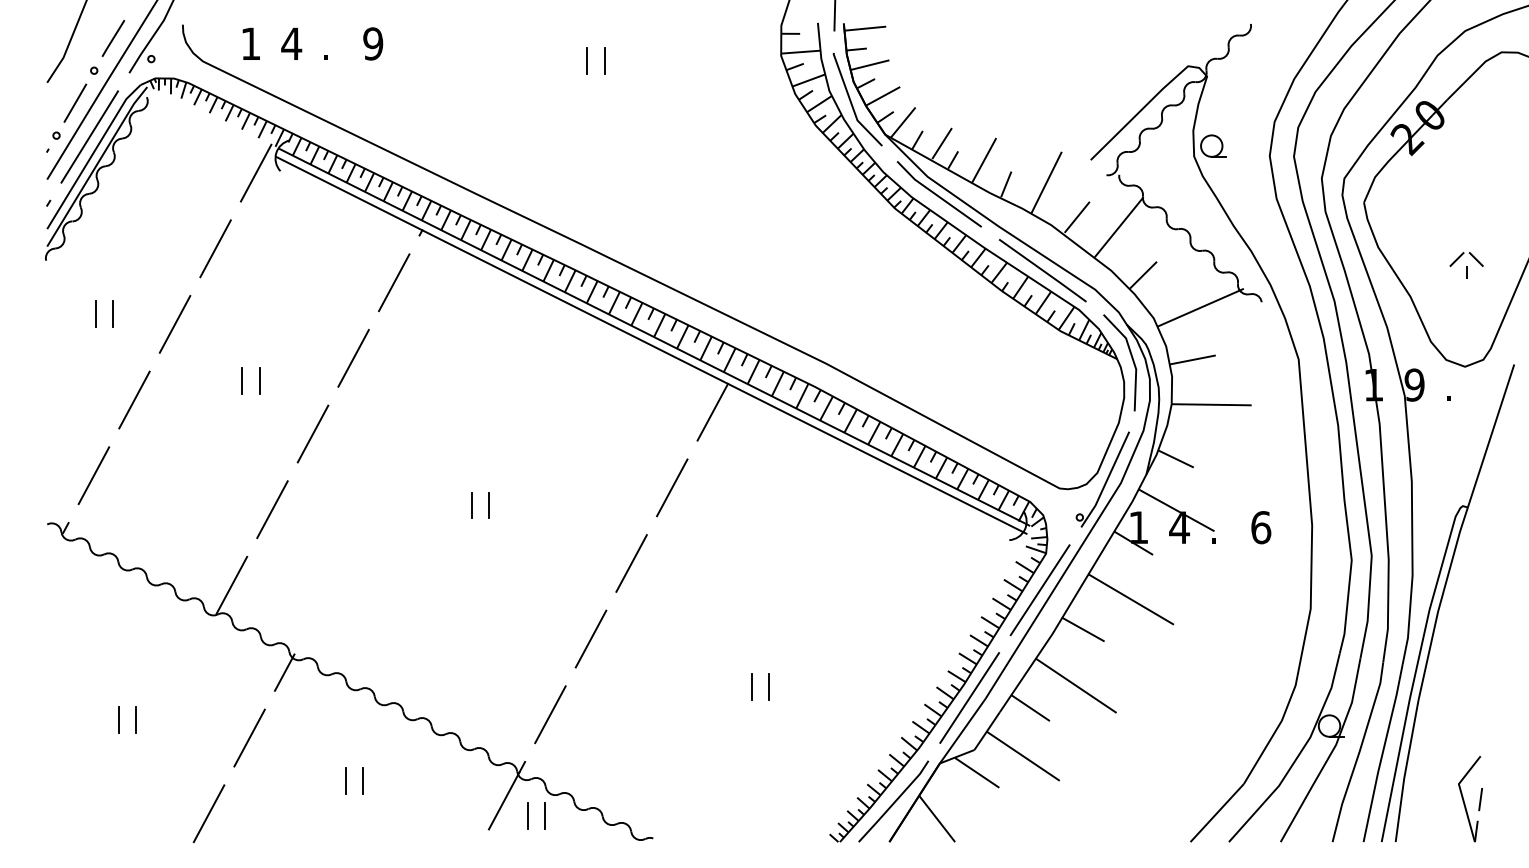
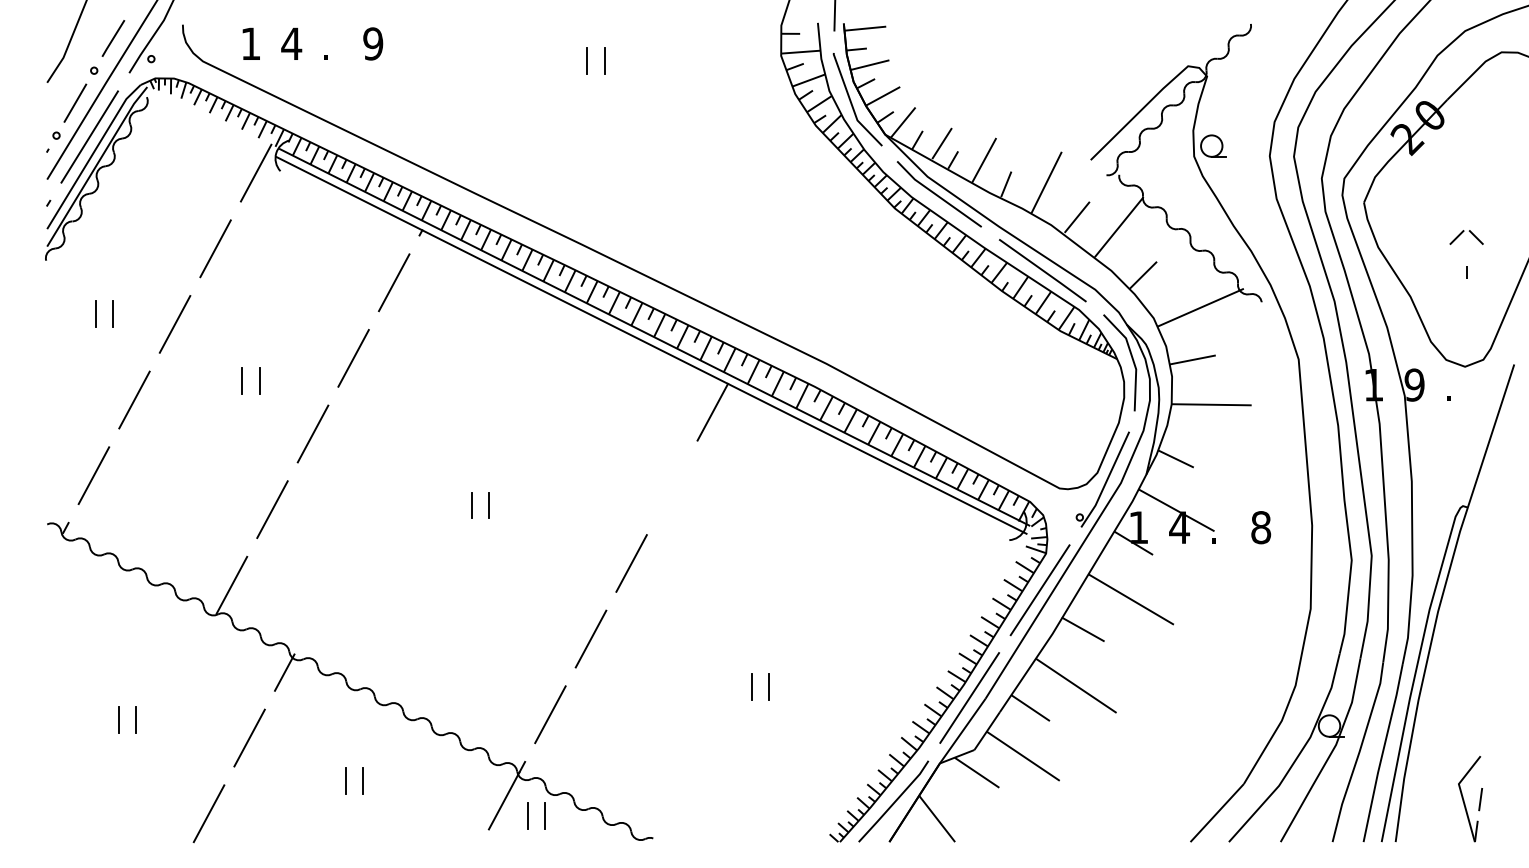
part at (1466, 259) position: (1466, 259) -> (1466, 237)
line at (672, 487): present -> none
text at (1261, 527): 6 -> 8
